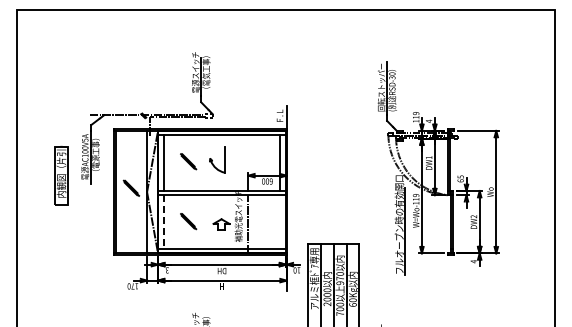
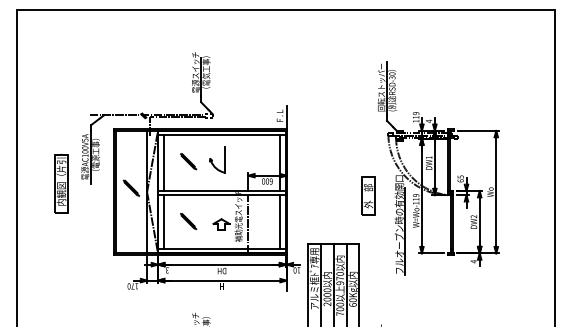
part at (61, 175) position: (61, 175) -> (61, 183)
part at (368, 195): none -> present
line at (279, 221): none -> present
line at (164, 222): dashed -> solid
